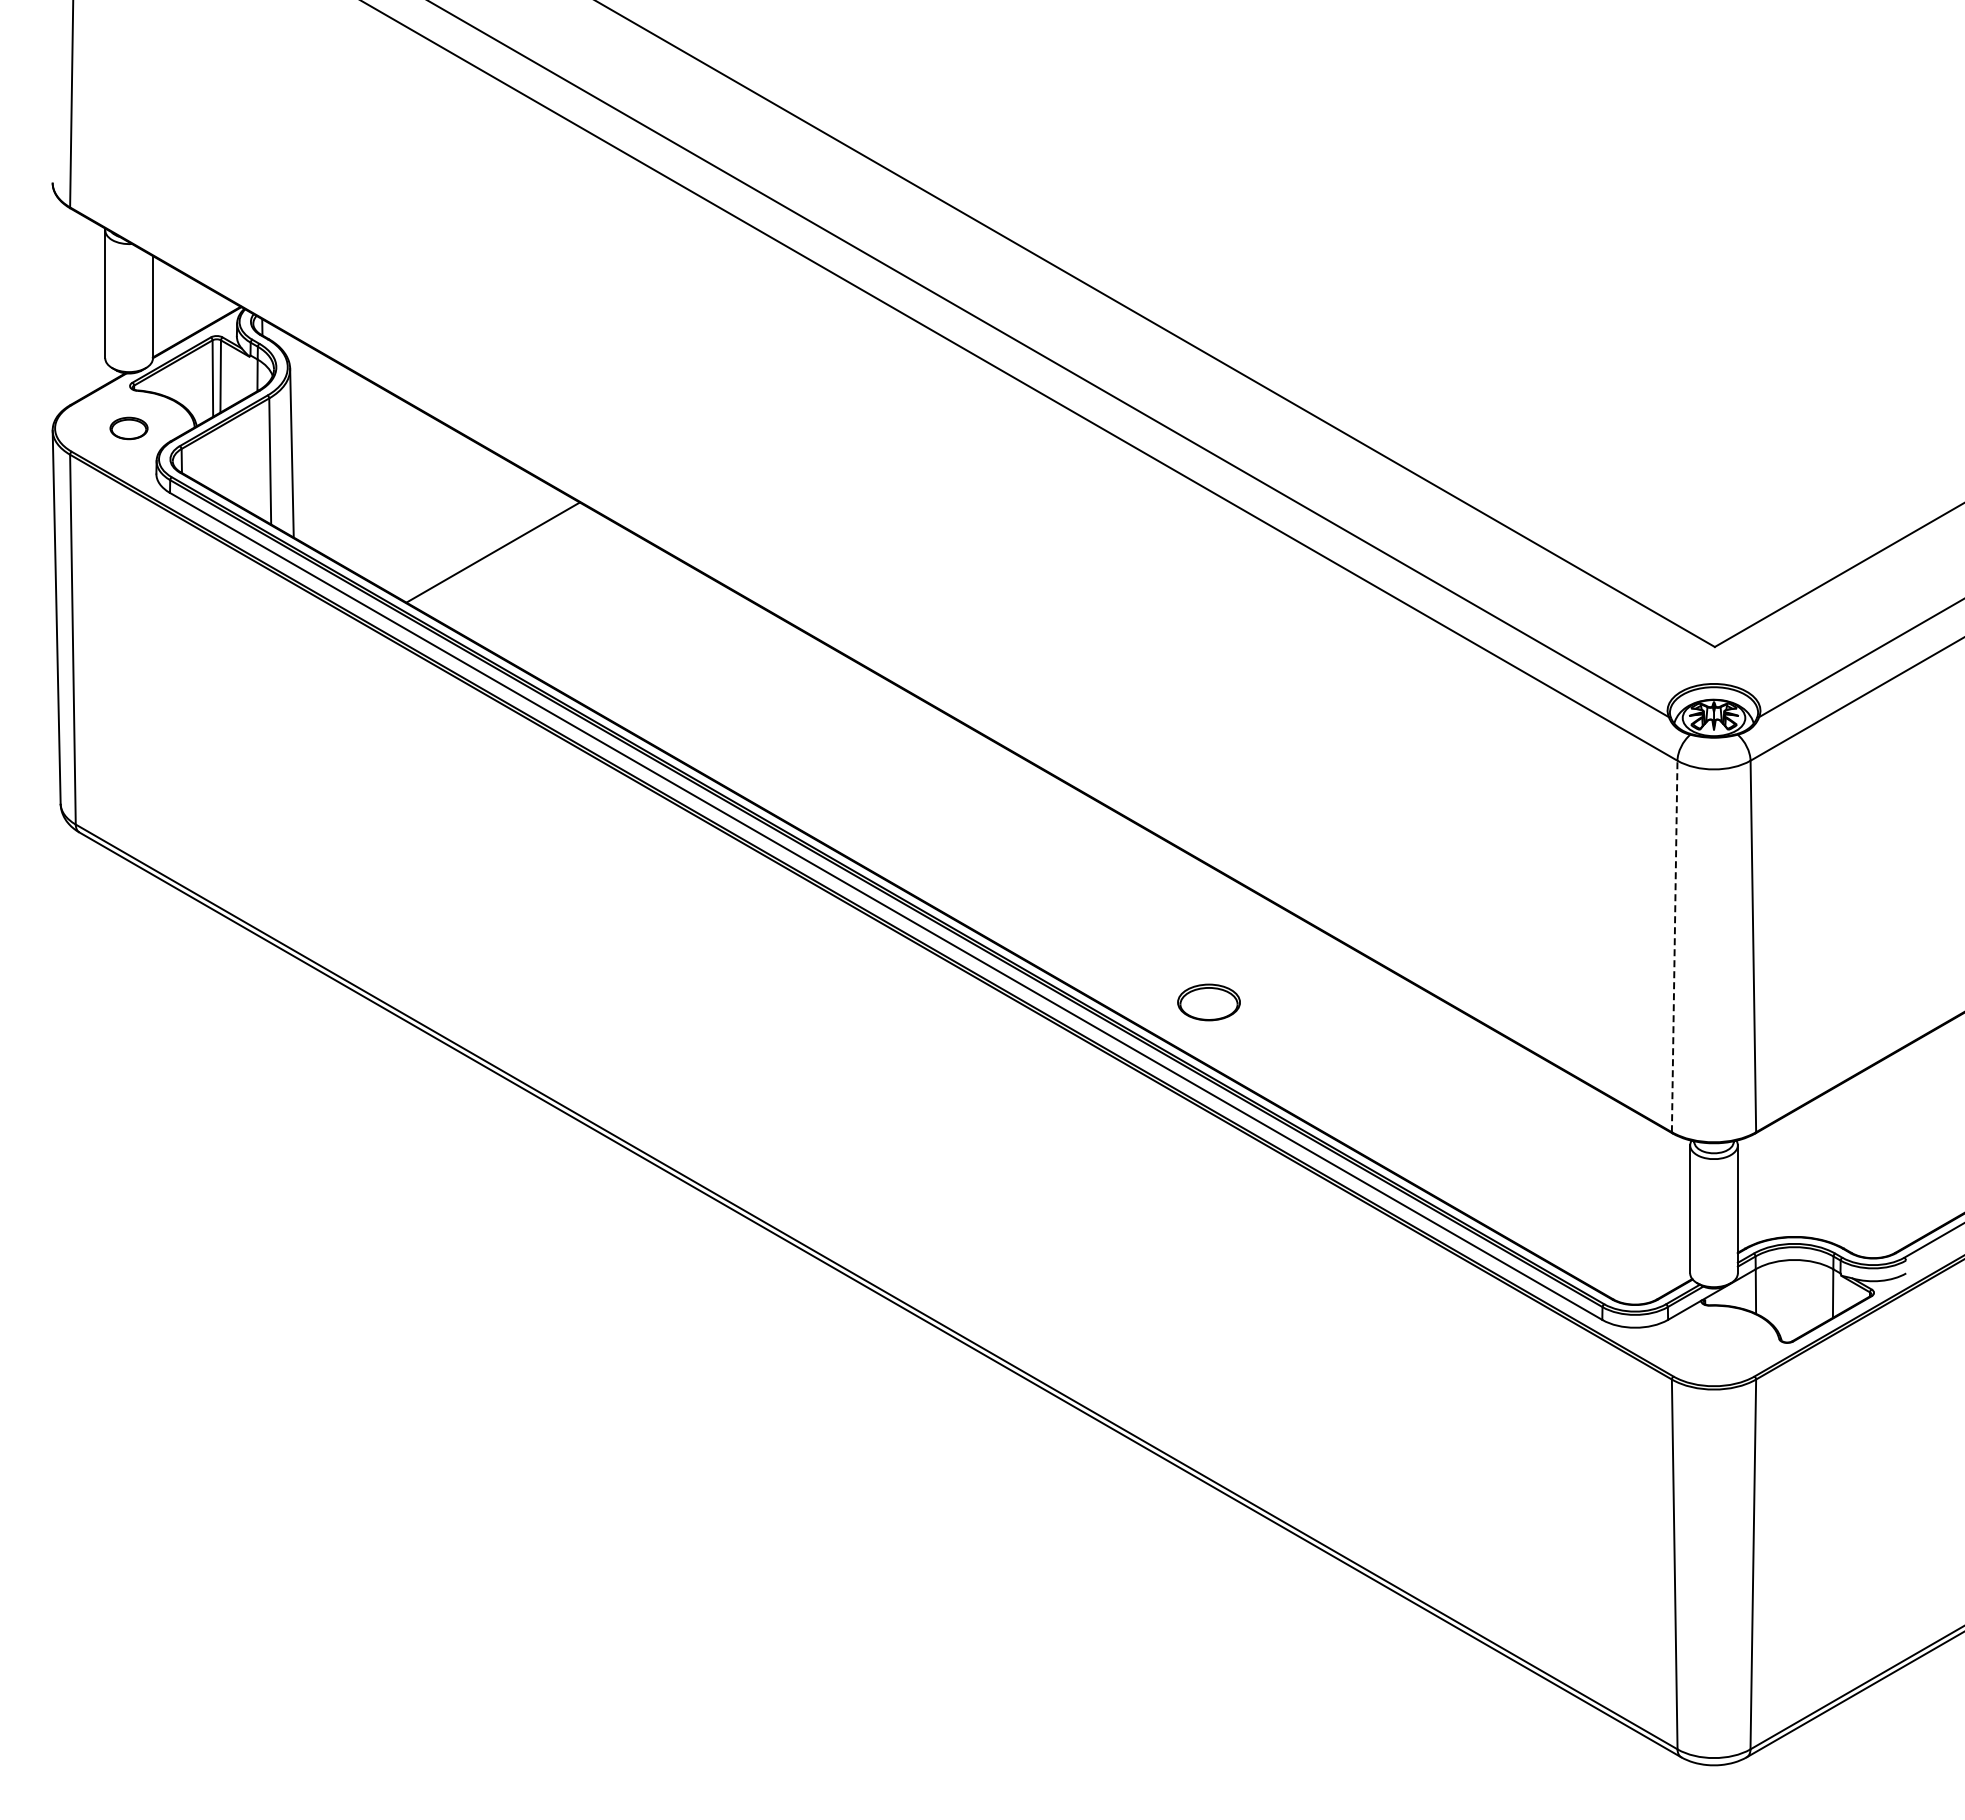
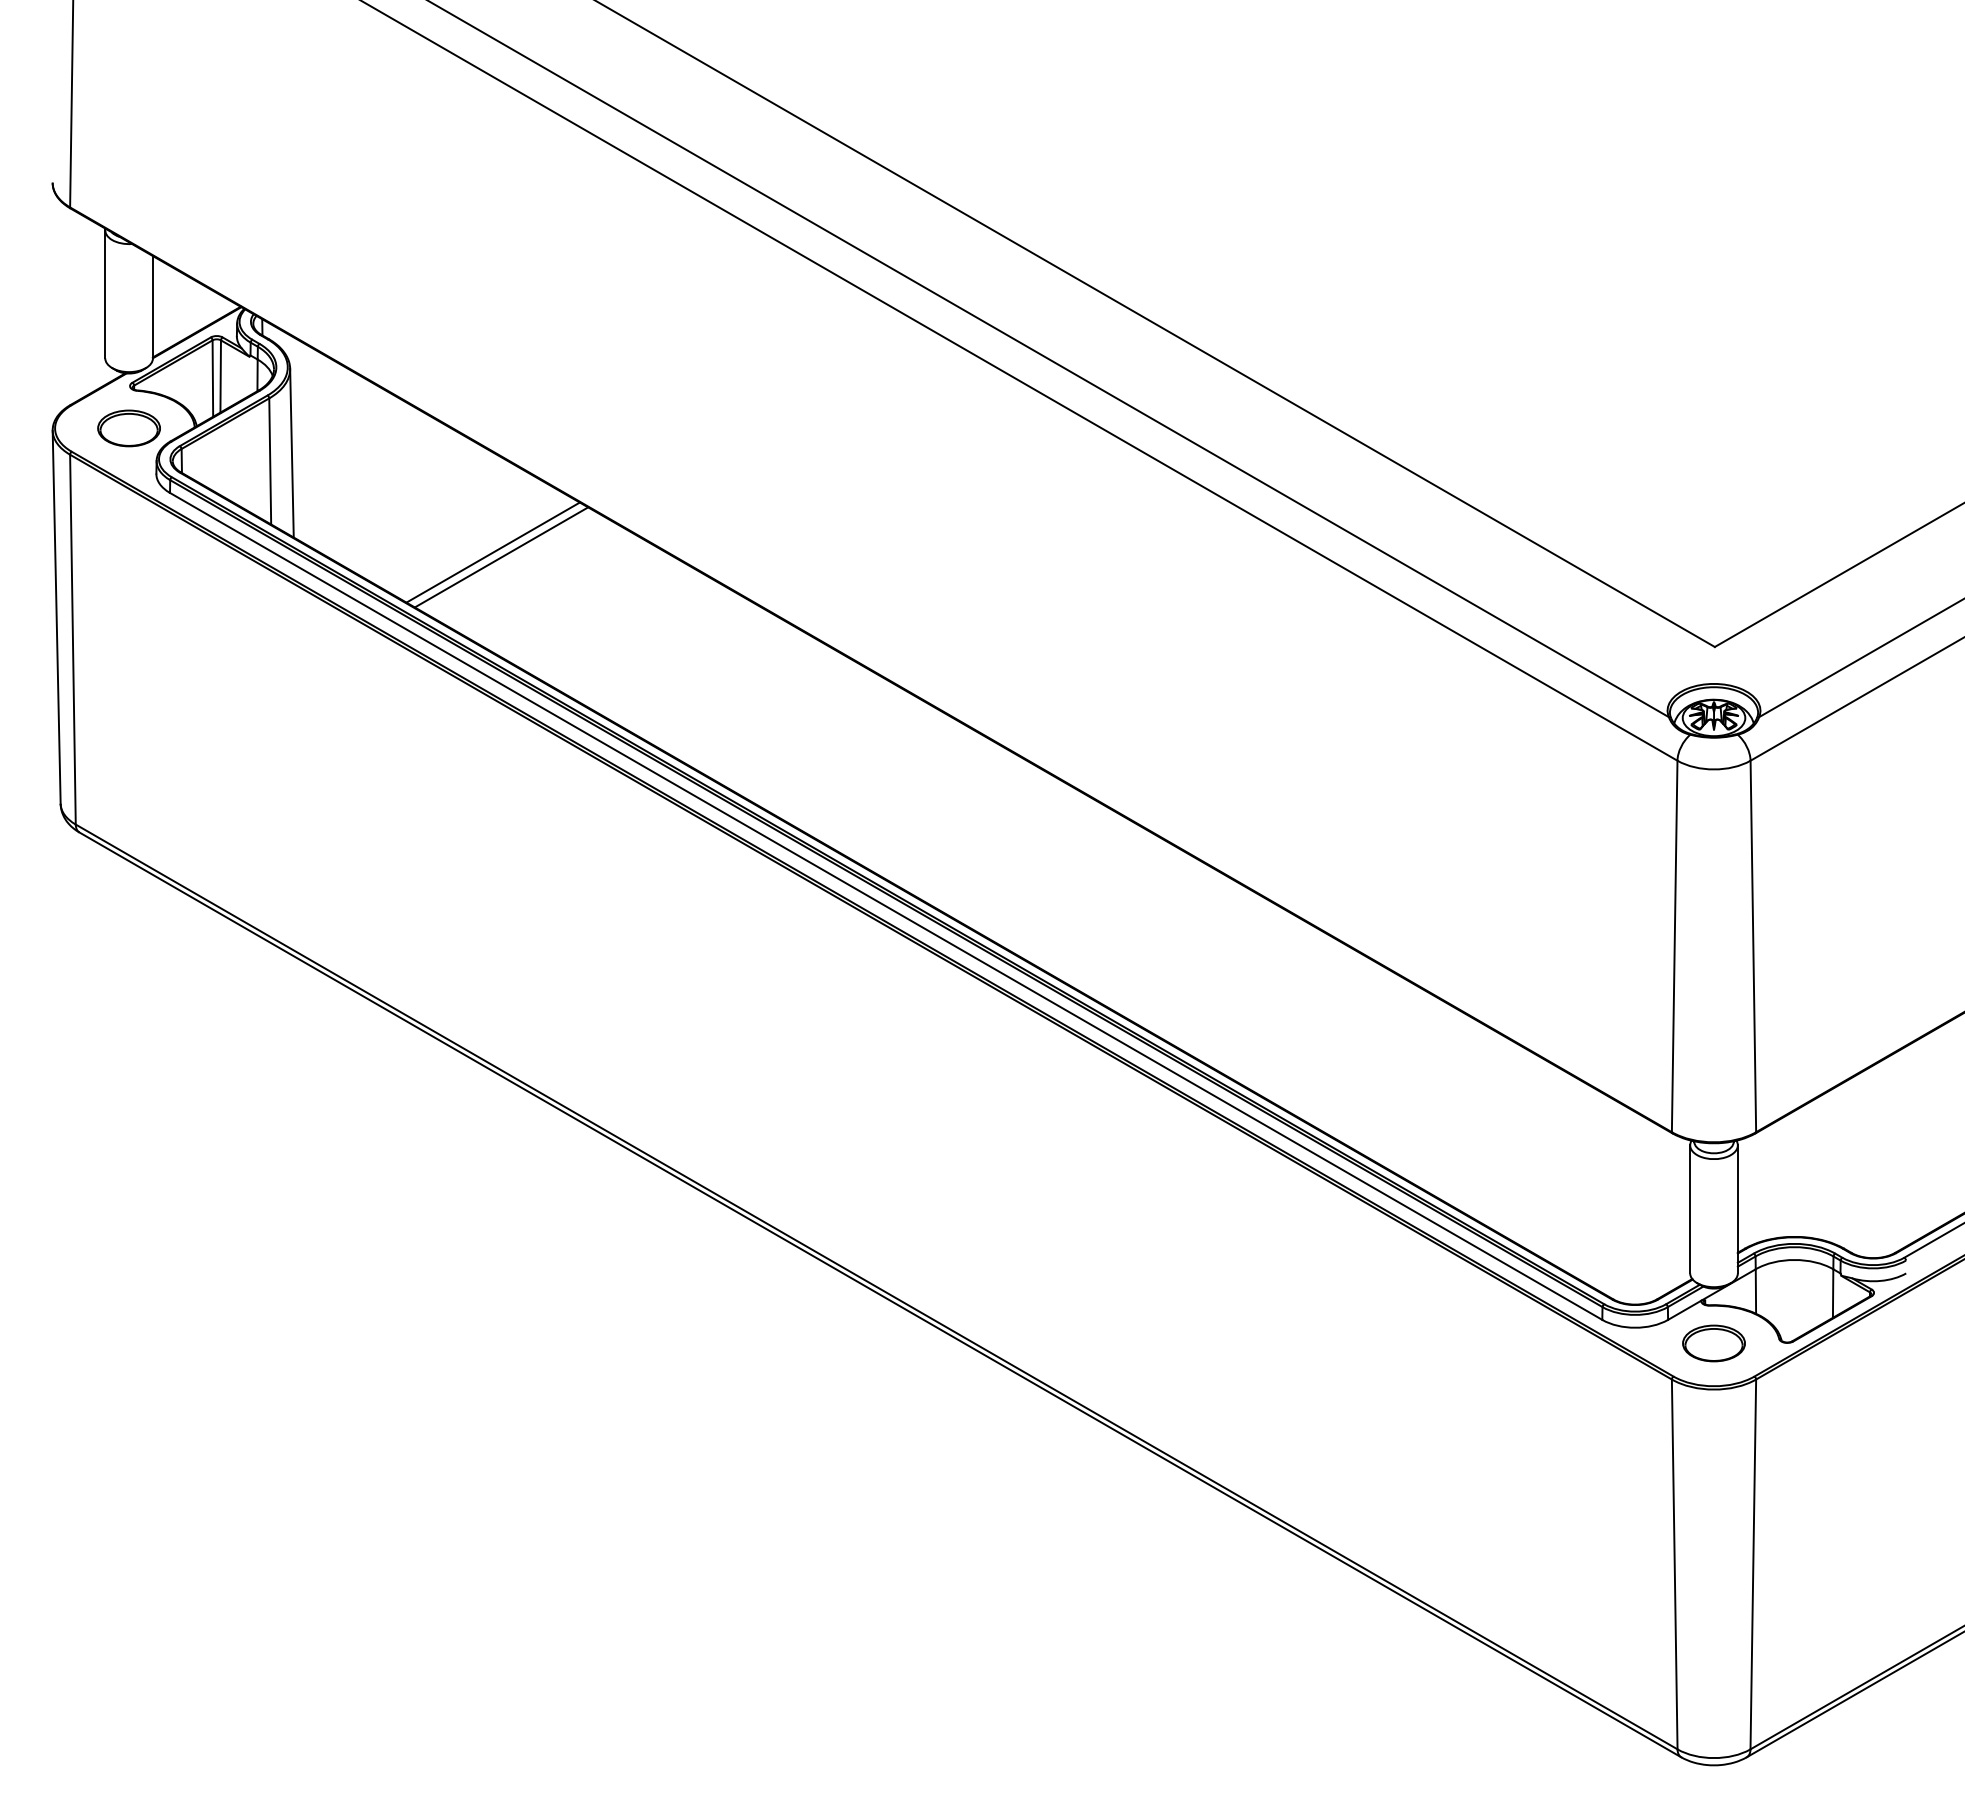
part at (128, 428) size: 40x25 px -> 64x39 px
line at (501, 557): none -> present
line at (1674, 946): dashed -> solid
part at (1208, 1002) position: (1208, 1002) -> (1713, 1343)
